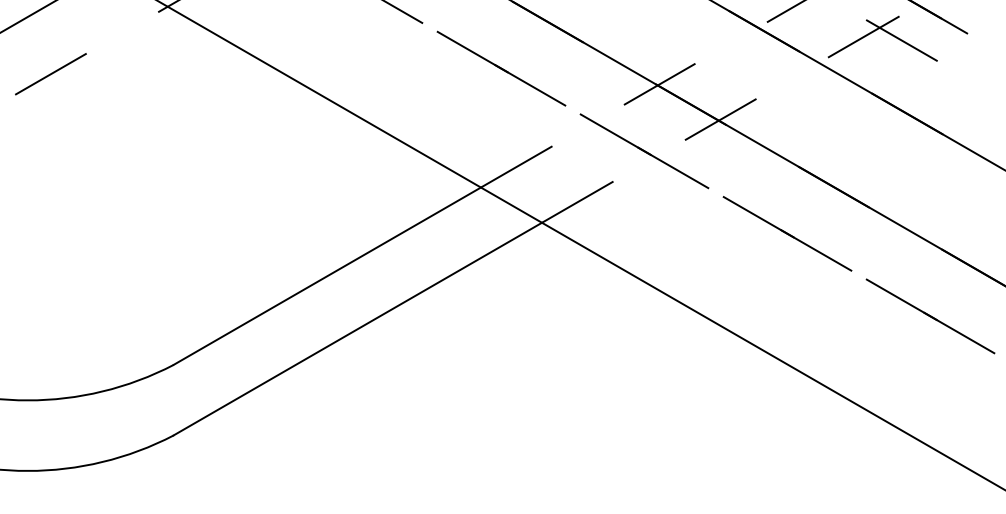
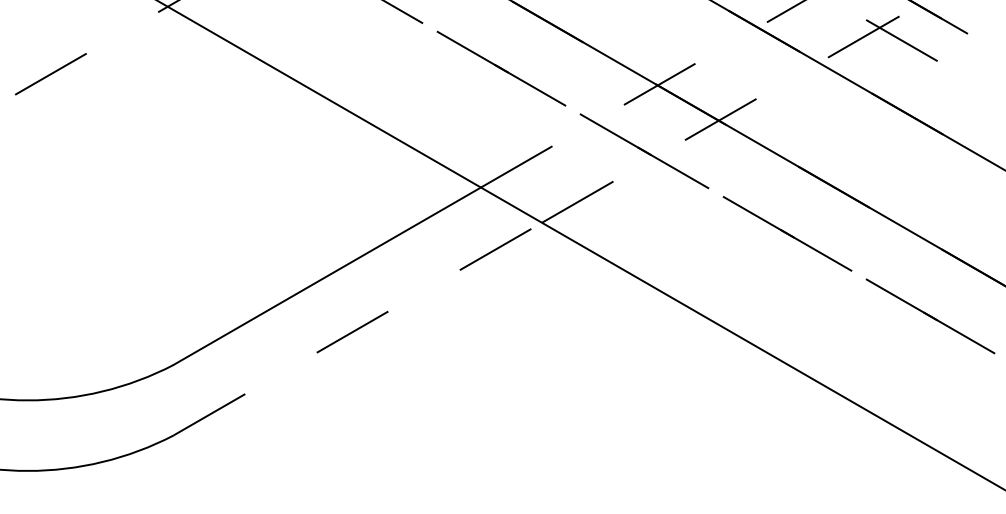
line at (27, 16): present -> none
line at (357, 329): solid -> dashed
